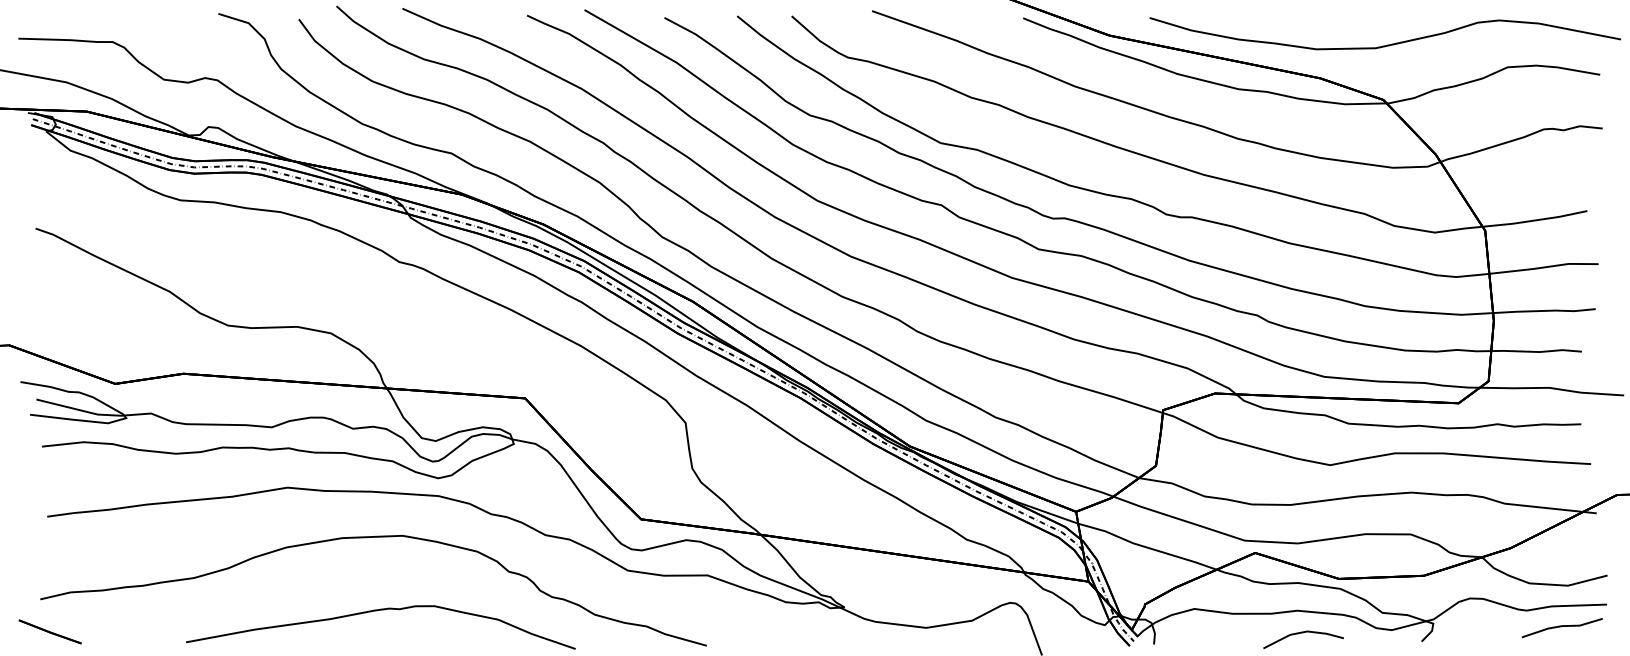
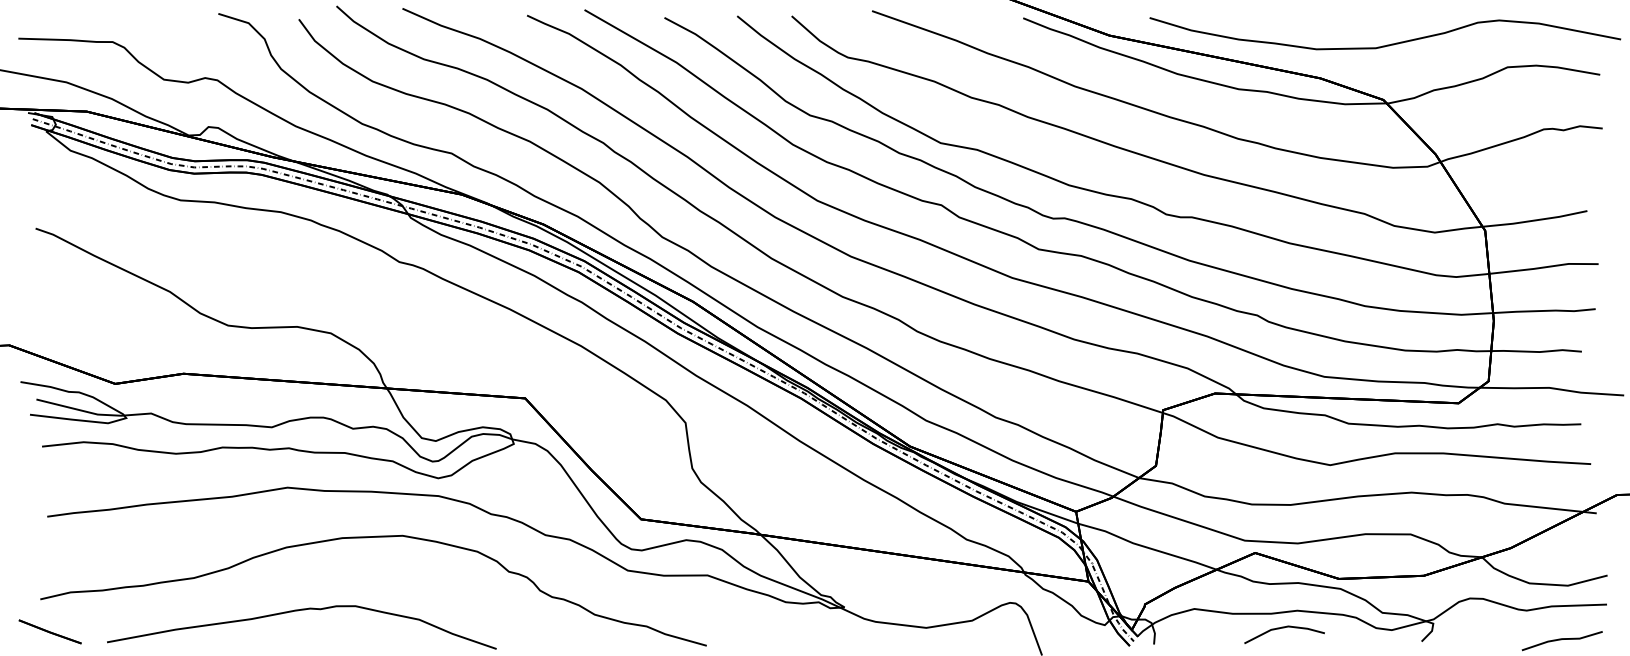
curve at (377, 611) position: (377, 611) -> (298, 611)
line at (1561, 627) position: (1561, 627) -> (1561, 640)
line at (1303, 633) position: (1303, 633) -> (1284, 628)
